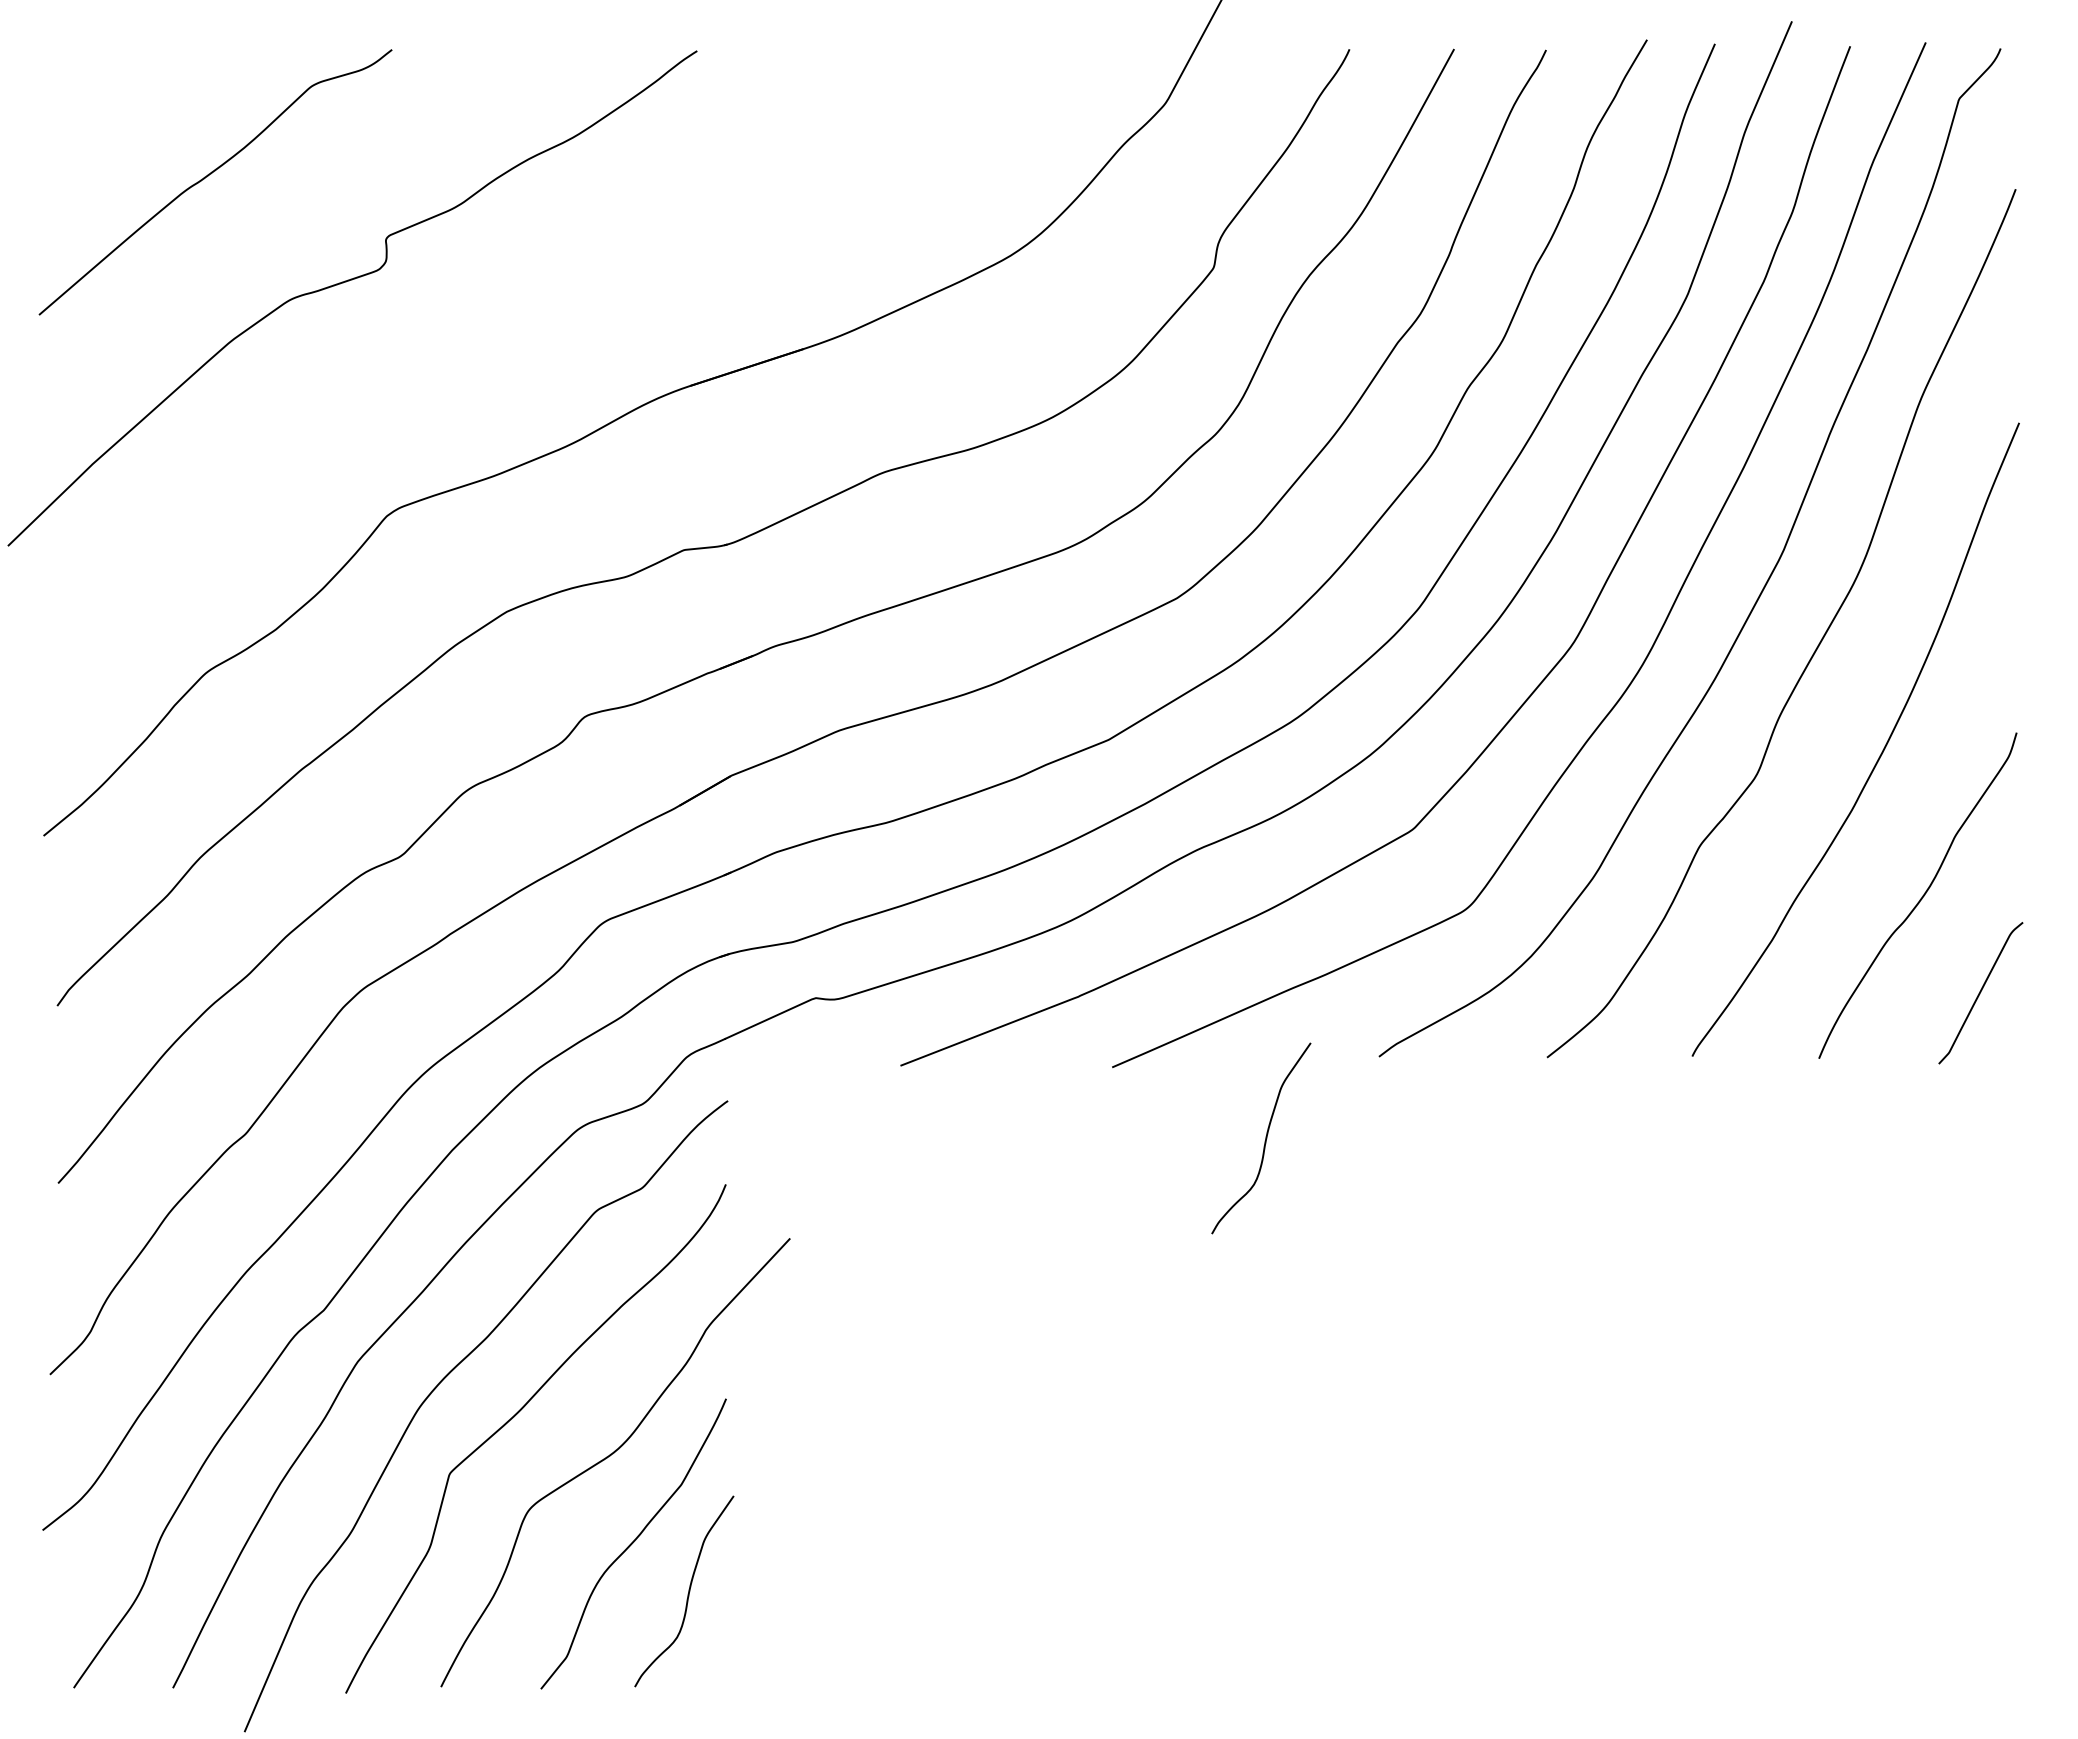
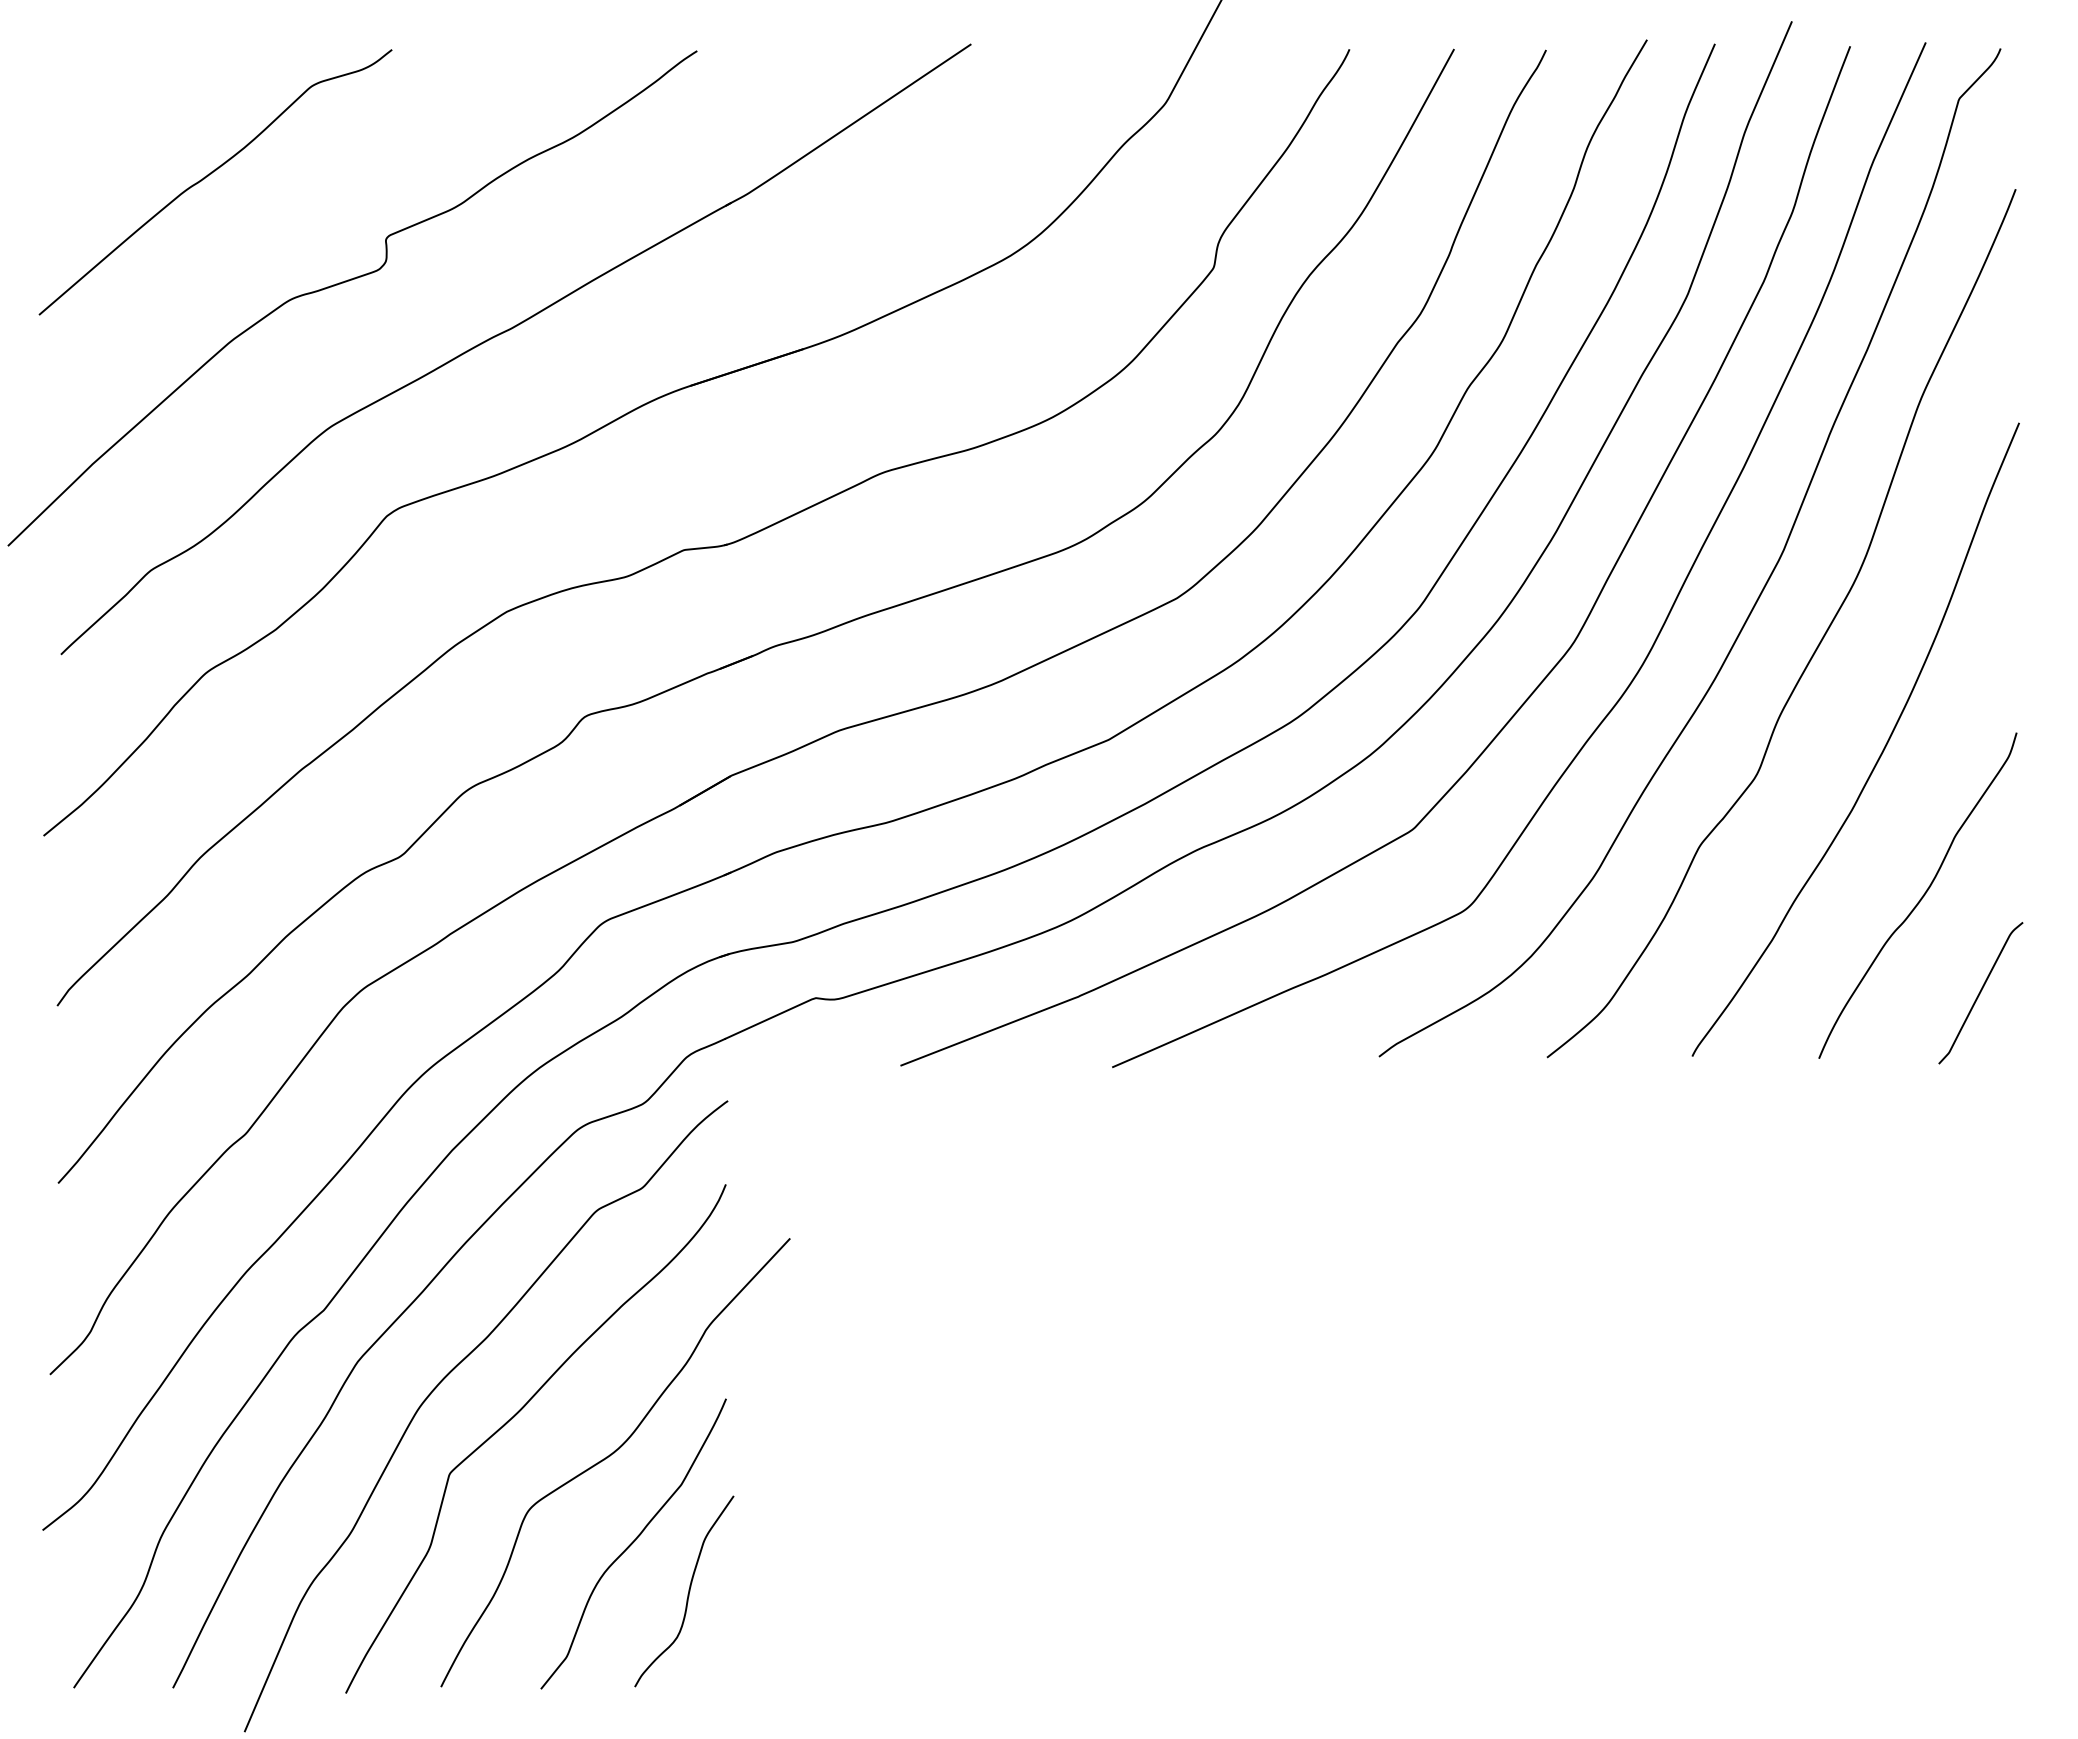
part at (510, 330): none -> present
curve at (1265, 1138): present -> none
